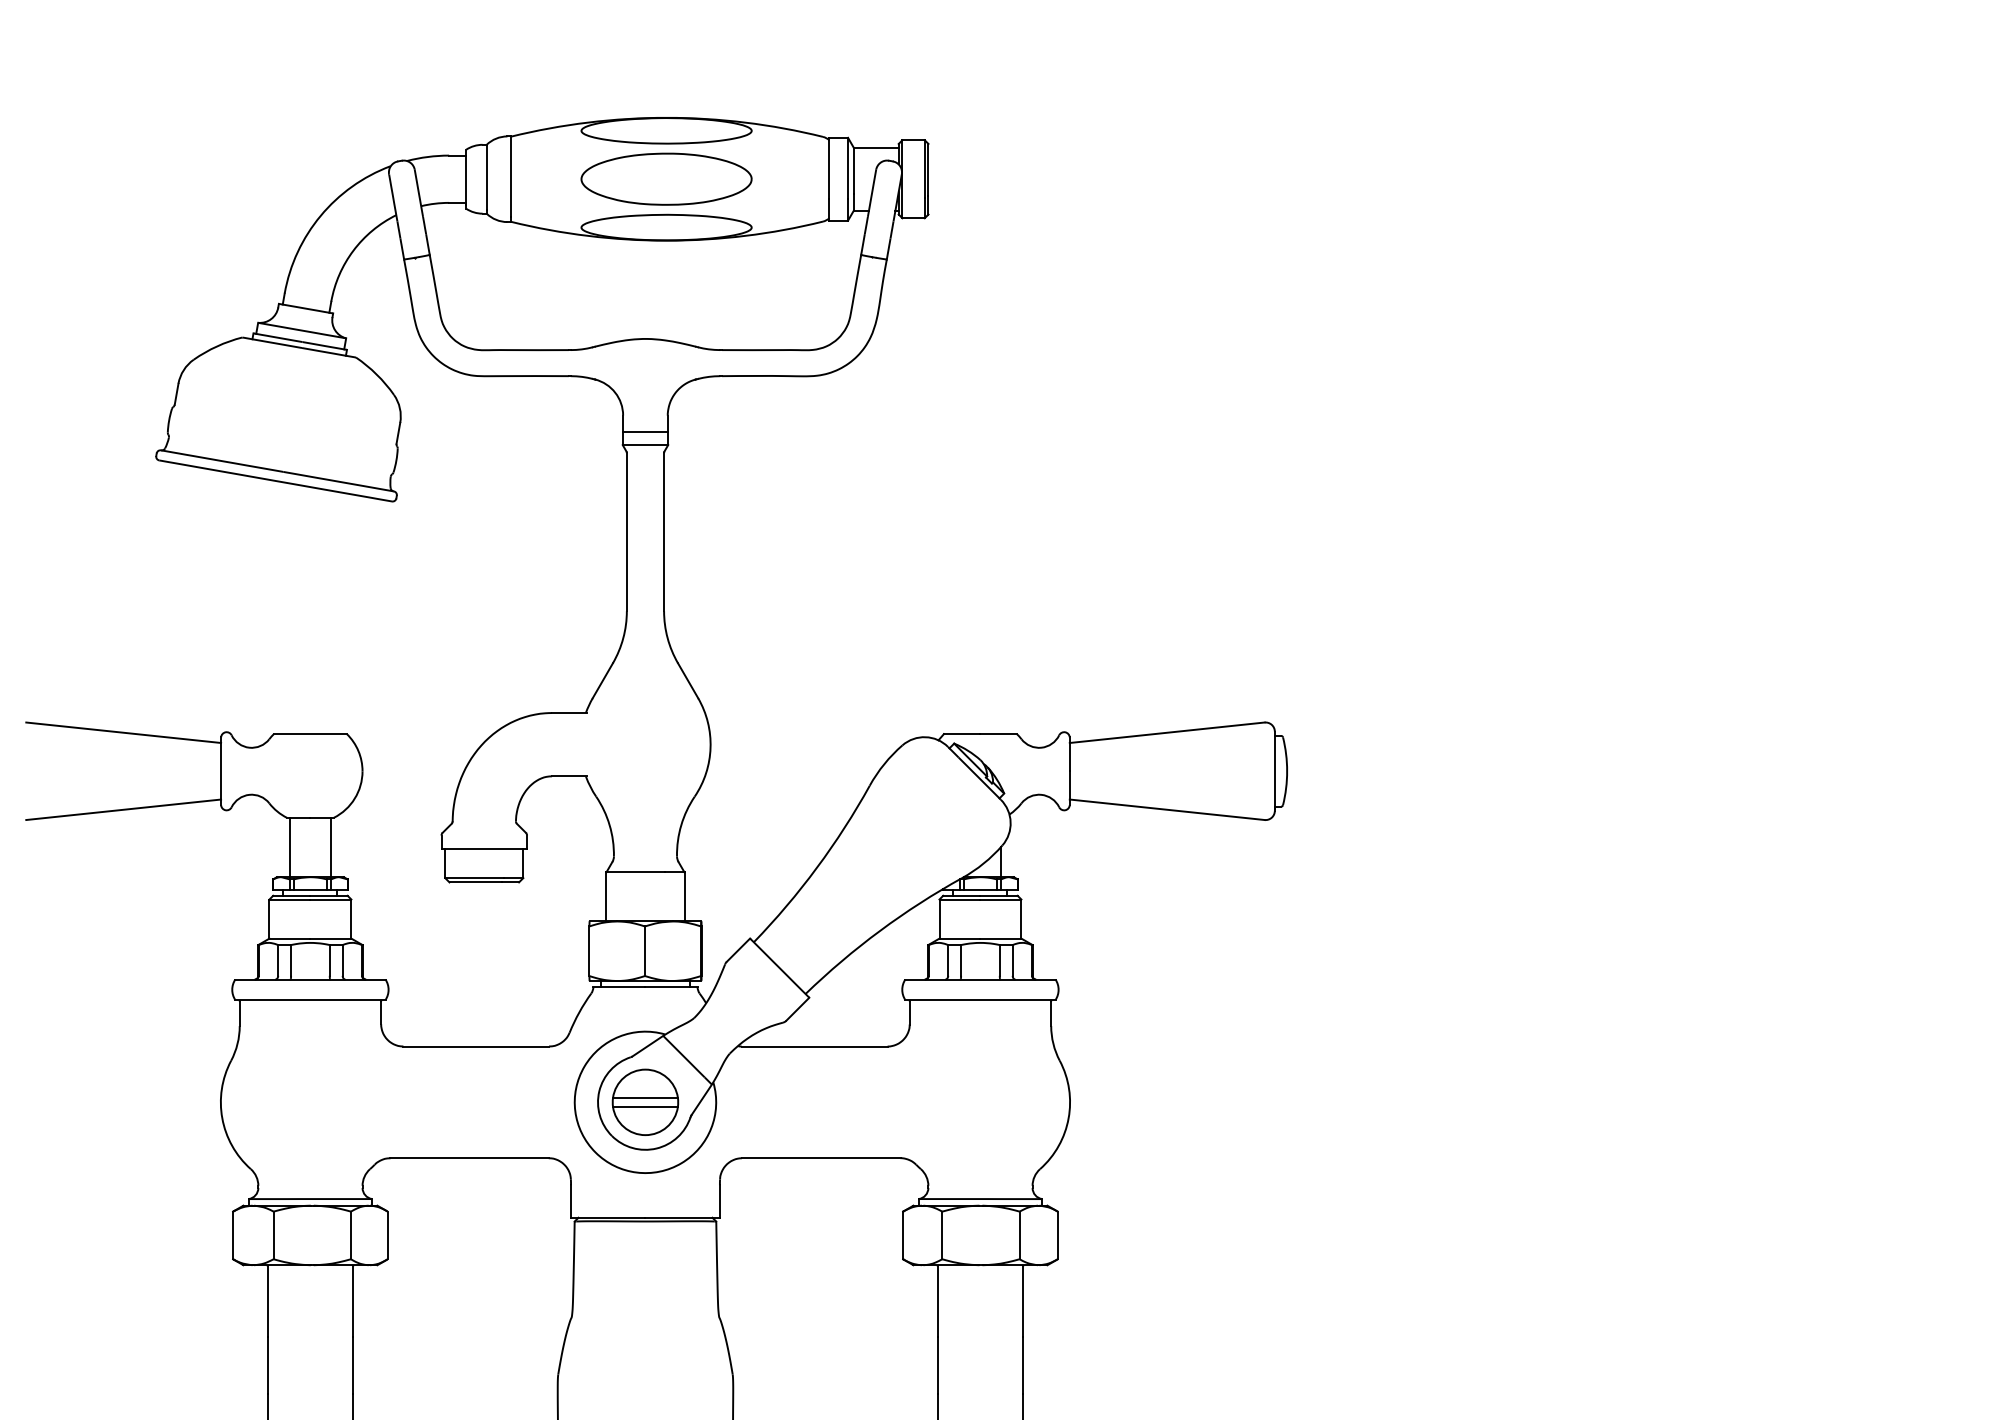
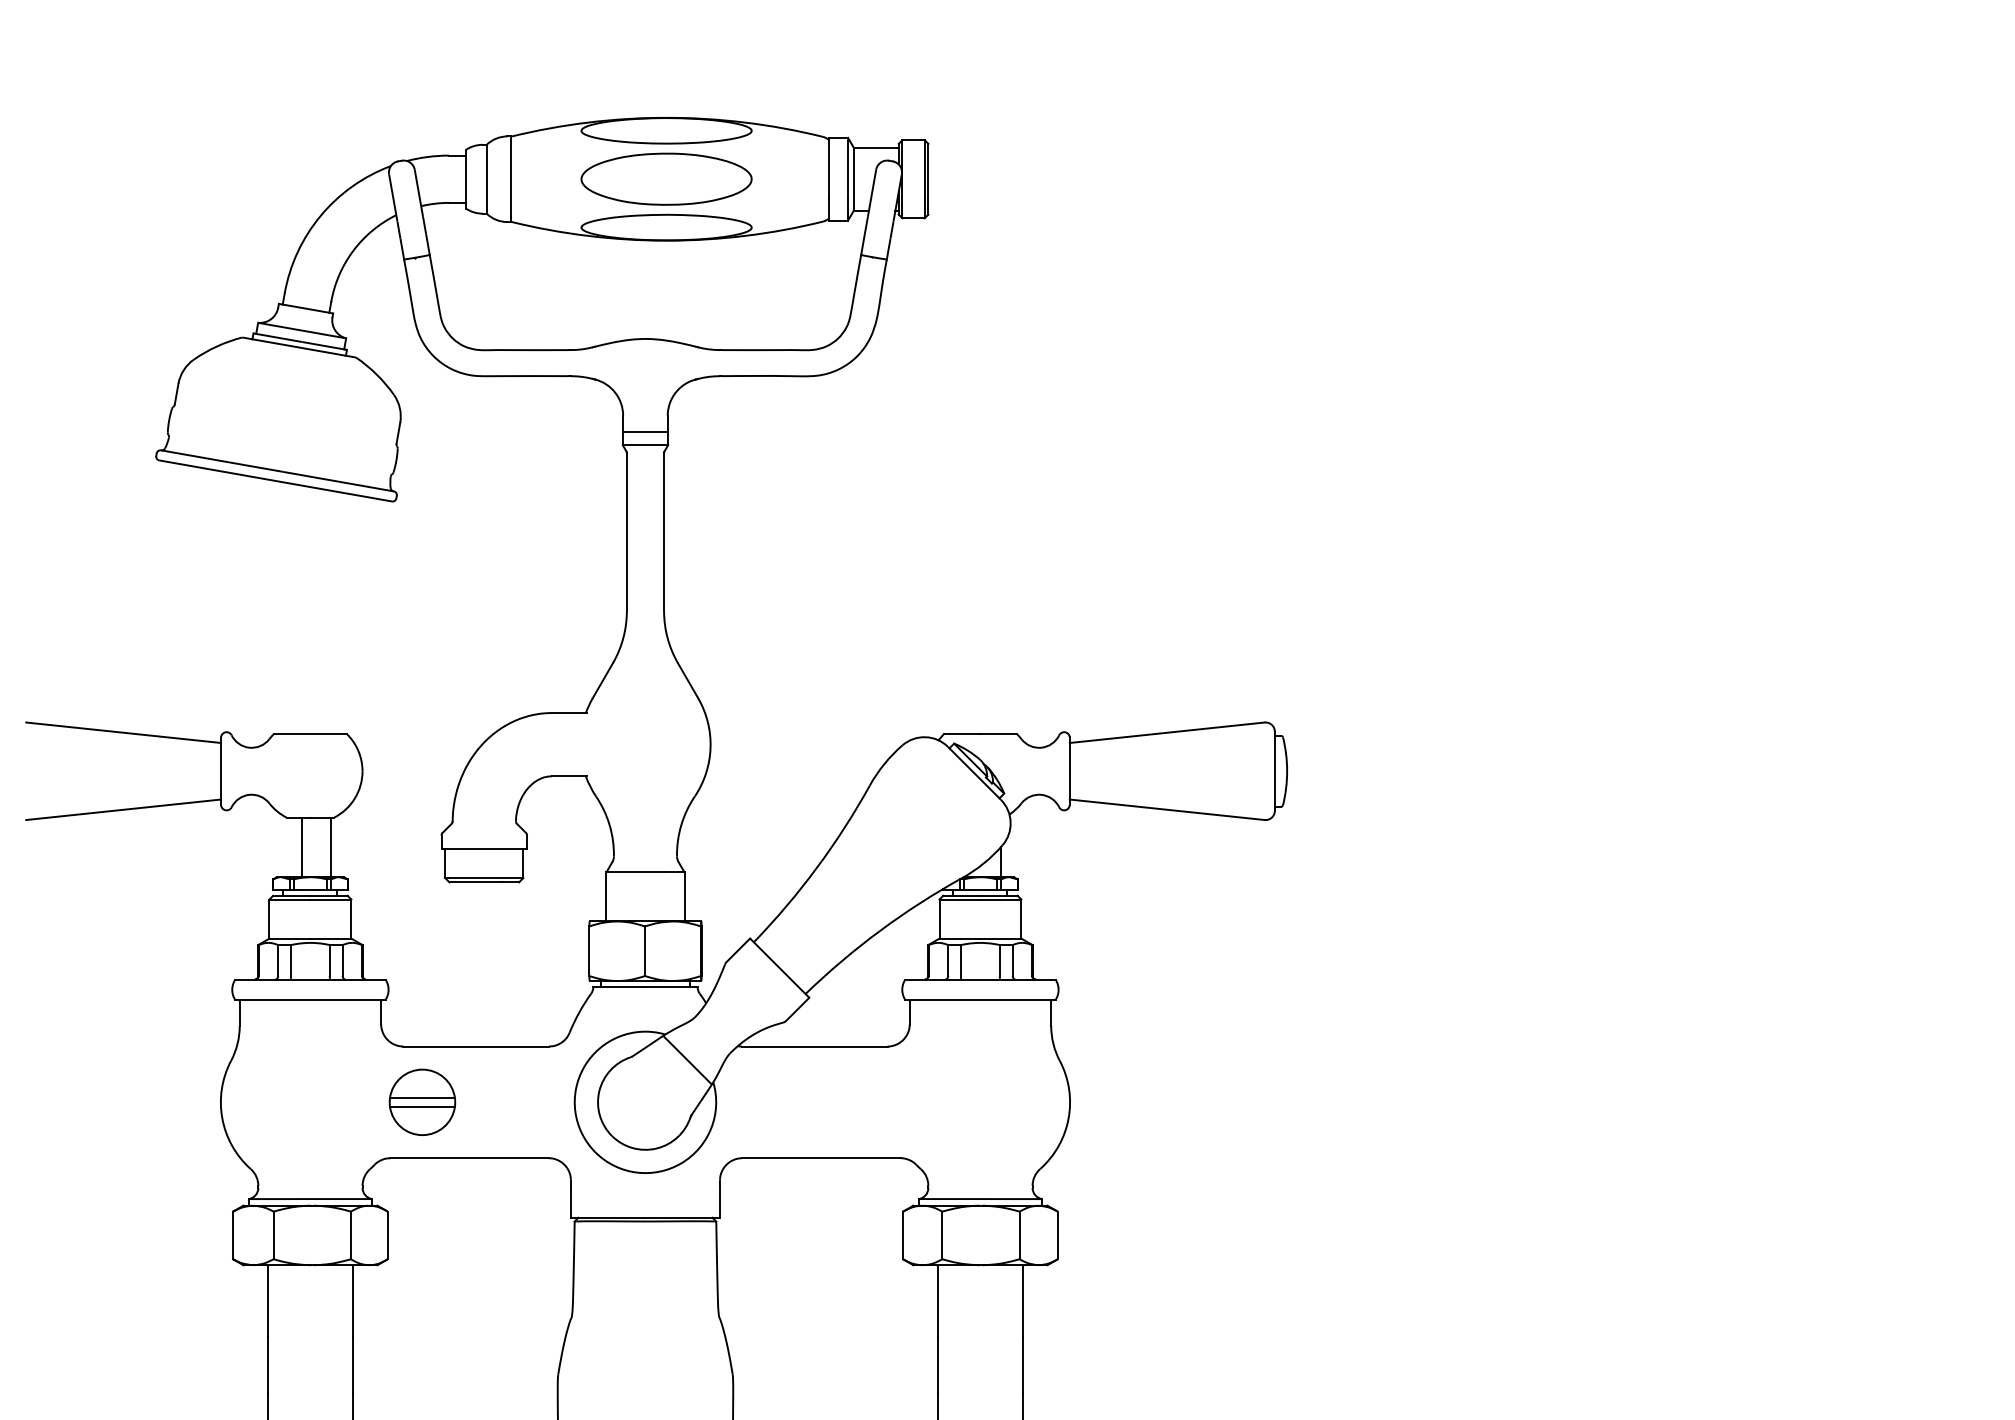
line at (290, 847) position: (290, 847) -> (302, 847)
part at (645, 1101) position: (645, 1101) -> (422, 1101)
